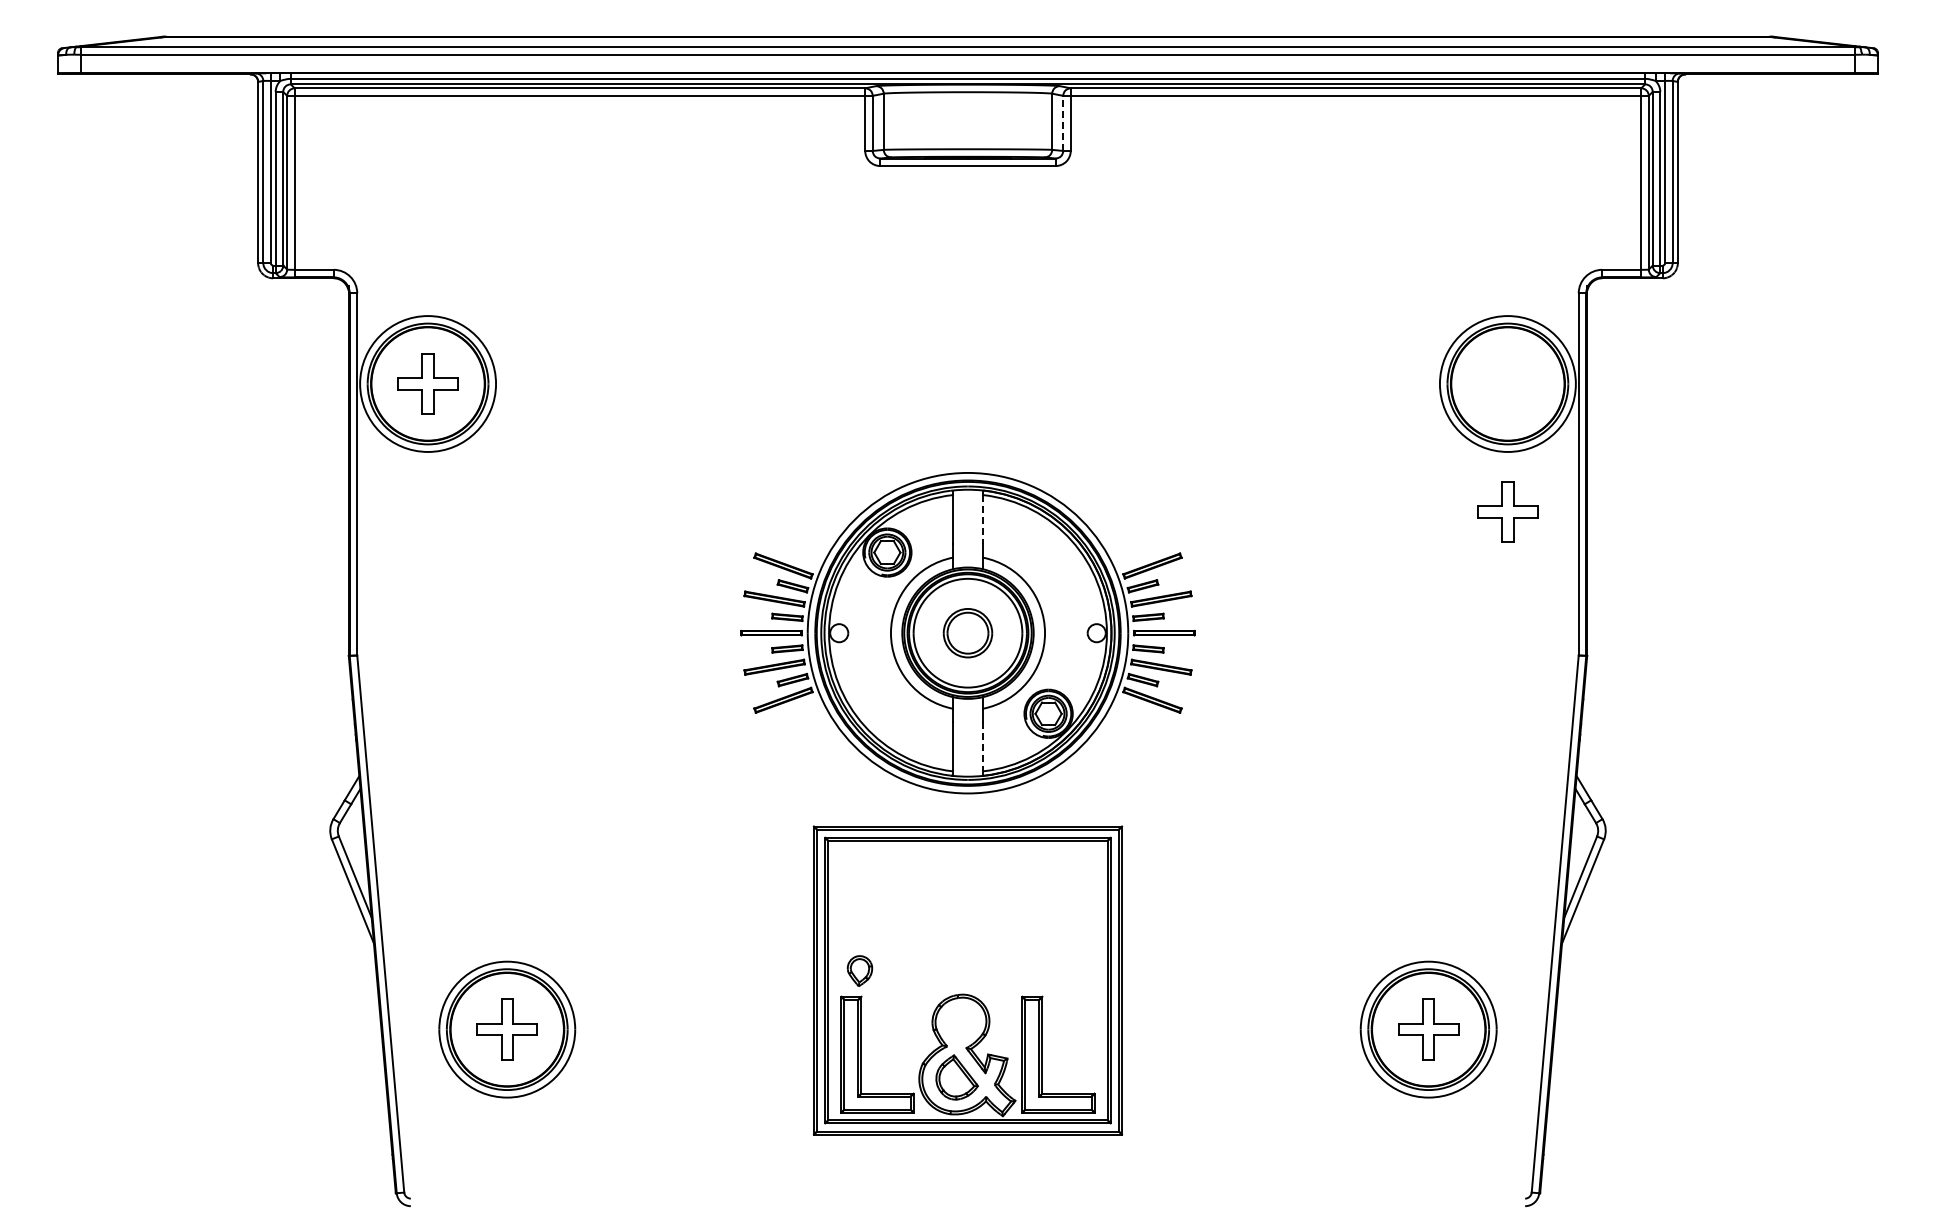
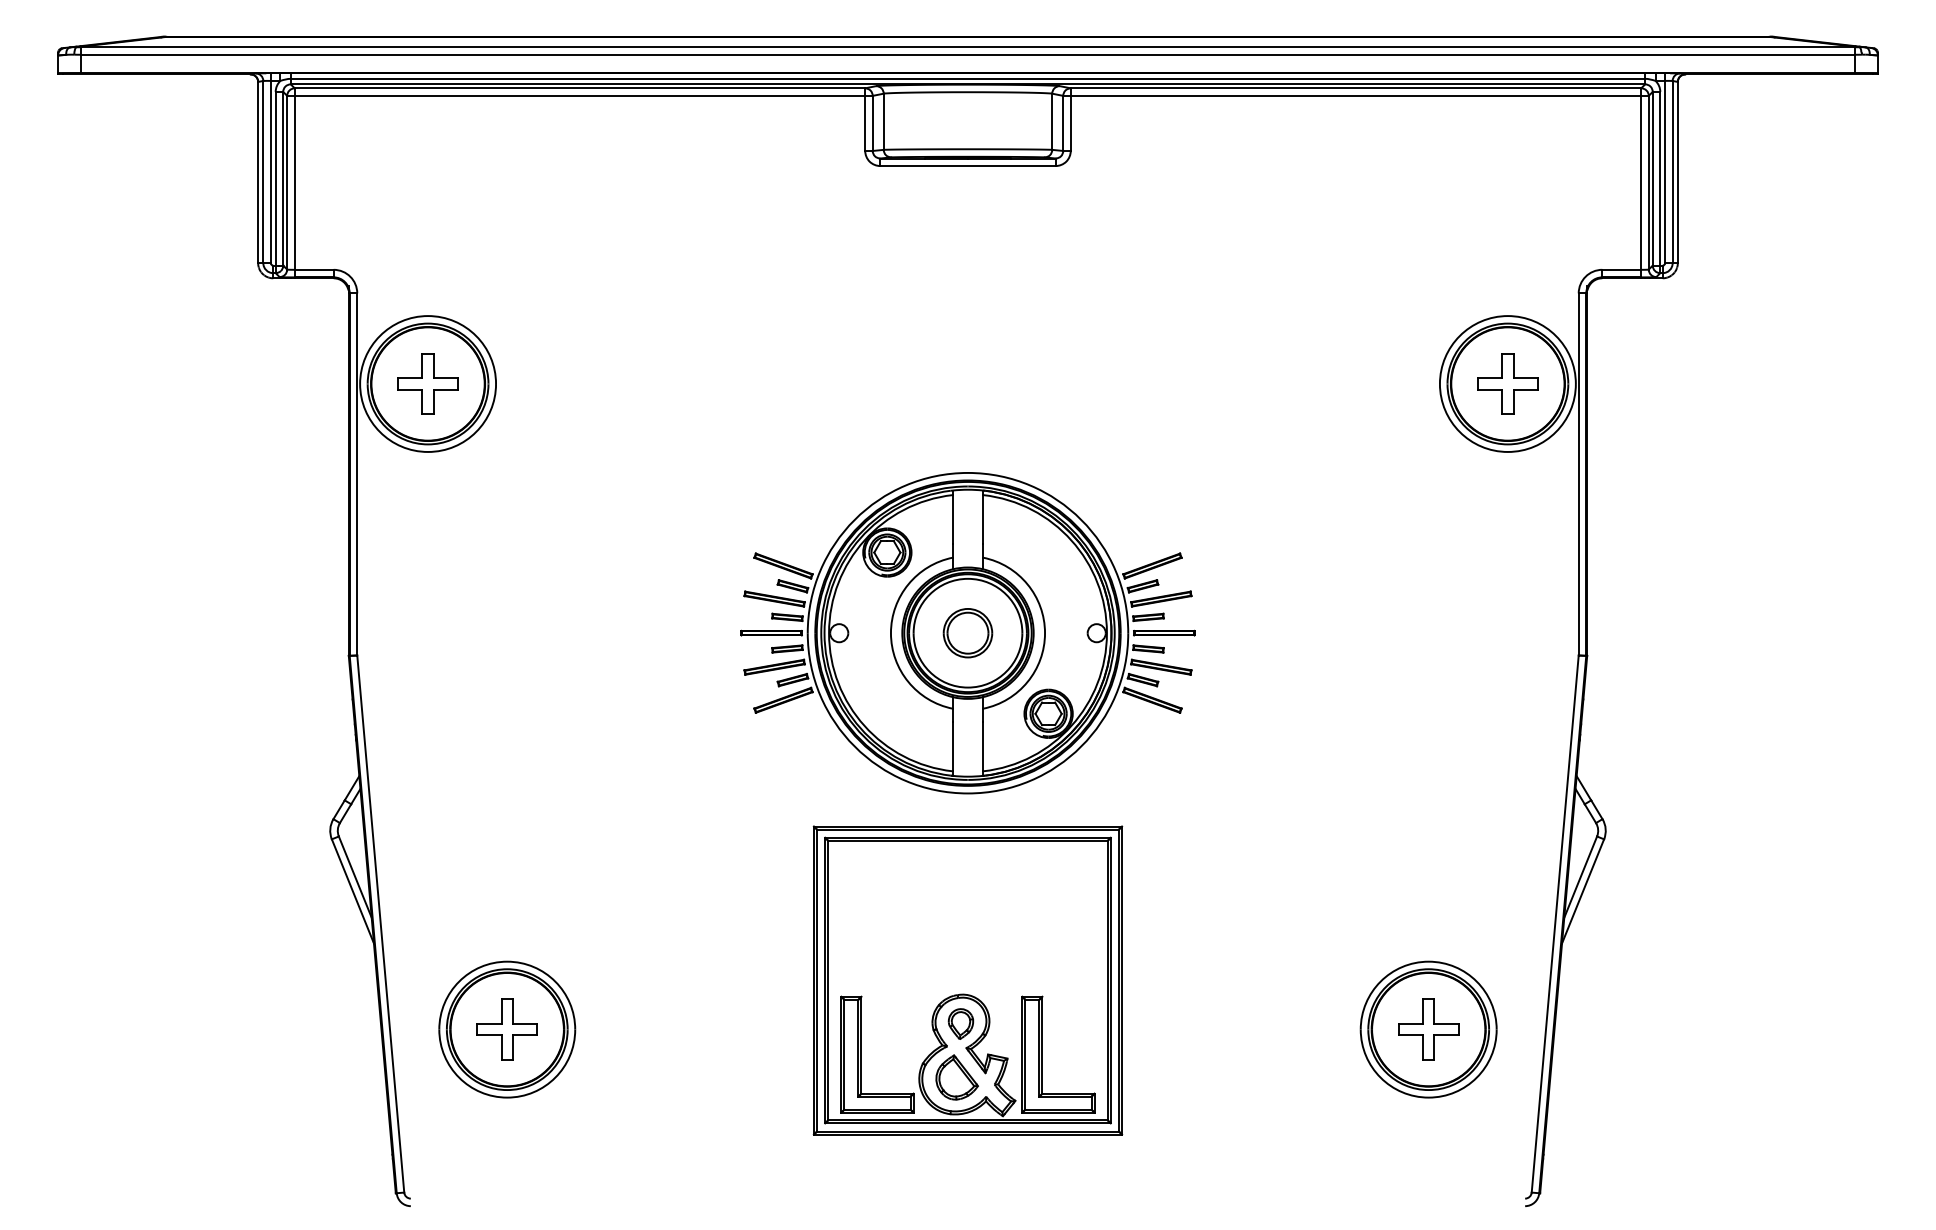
line at (1063, 123): dashed -> solid
part at (1507, 511) position: (1507, 511) -> (1507, 383)
line at (983, 520): dashed -> solid
line at (983, 747): dashed -> solid
part at (859, 970) position: (859, 970) -> (960, 1023)
